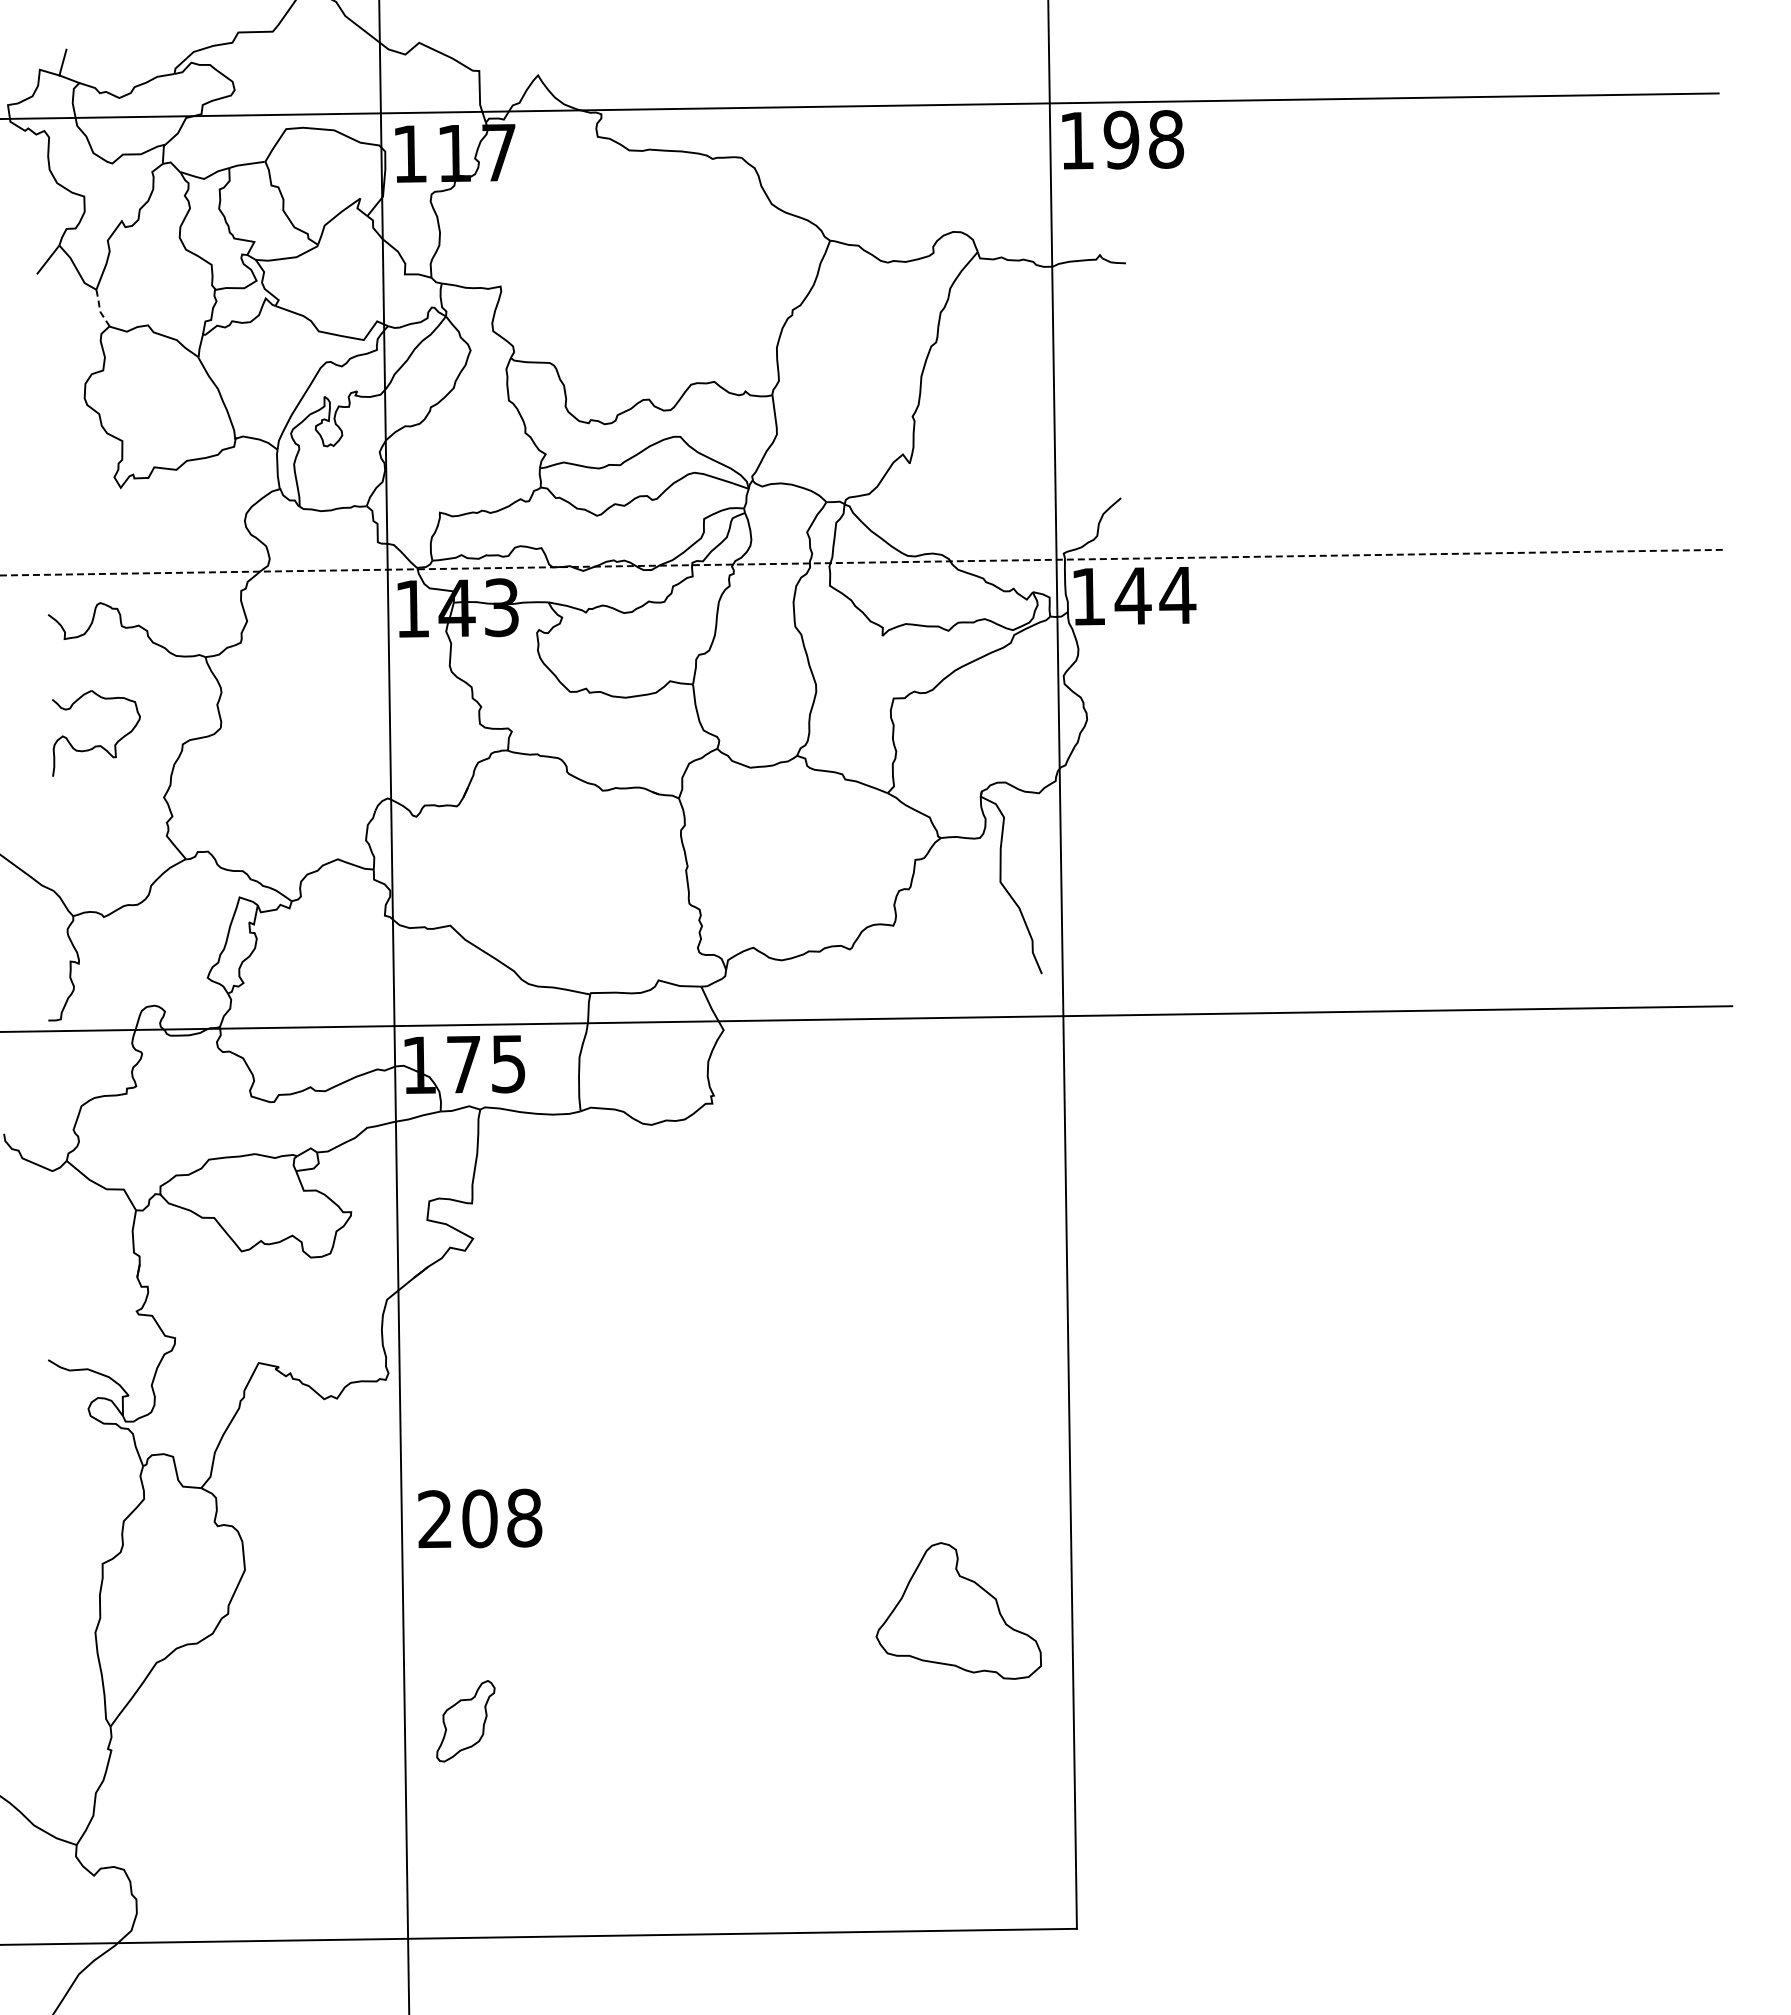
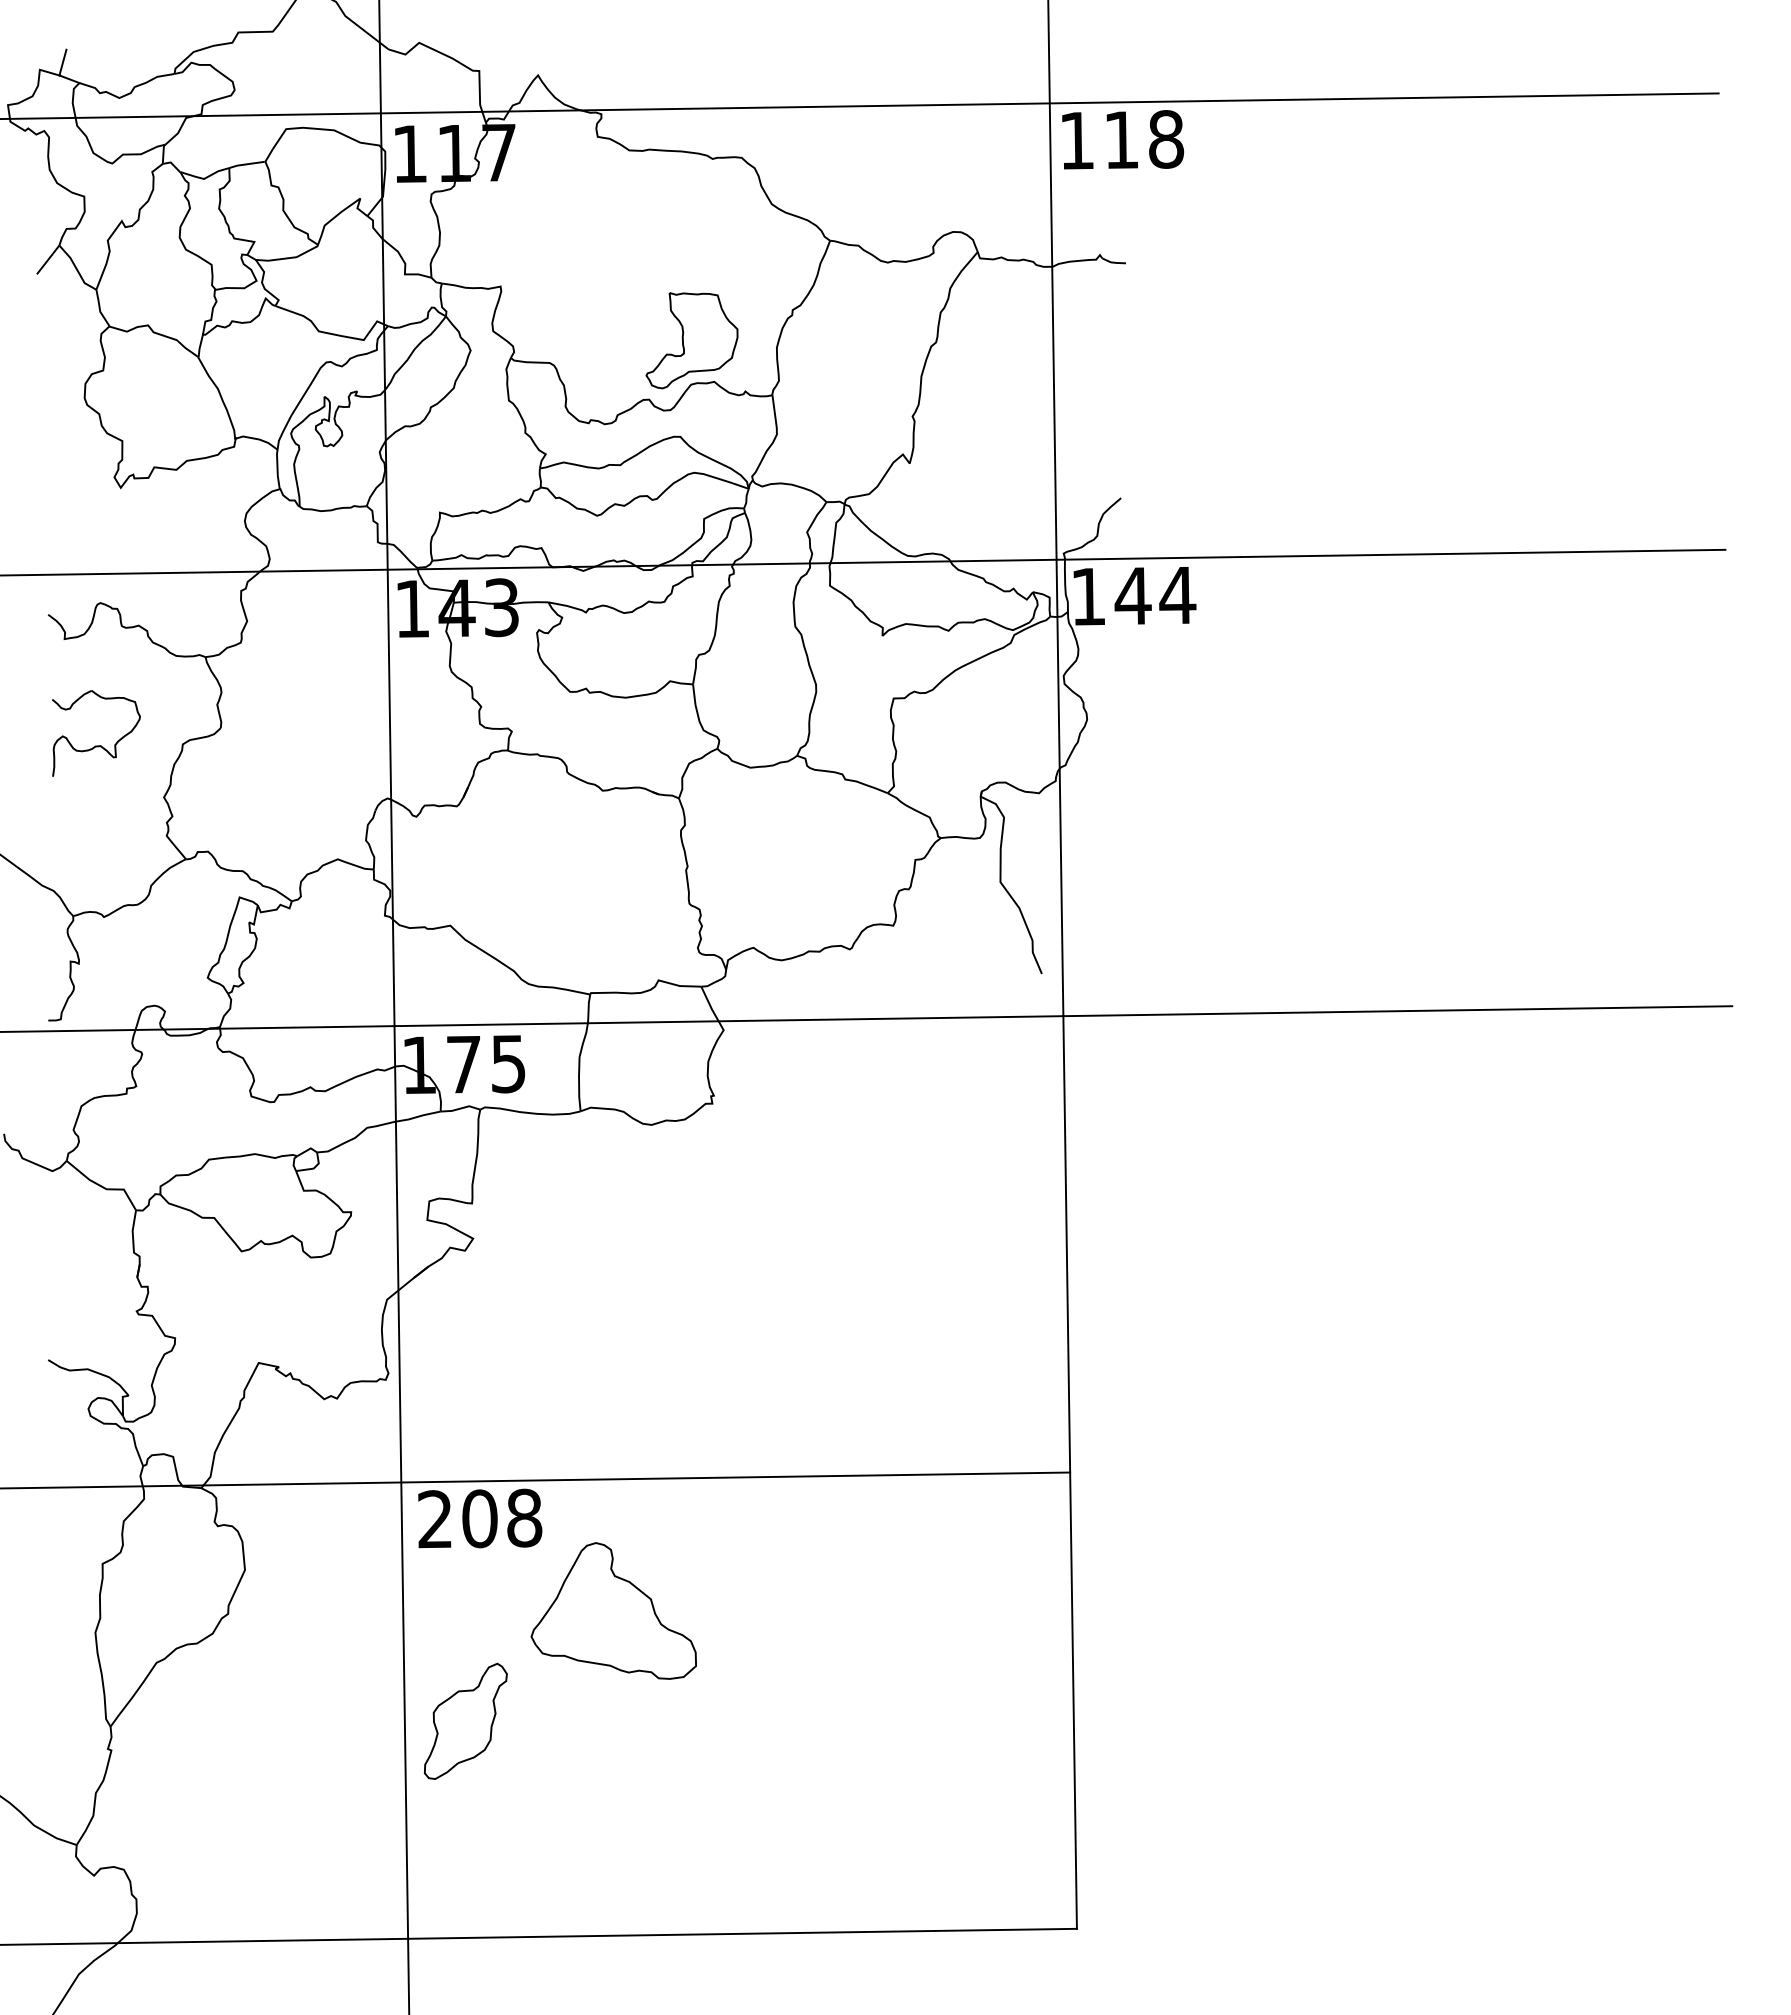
text at (1121, 139): 198 -> 118
line at (99, 309): dashed -> solid
part at (691, 340): none -> present
line at (863, 562): dashed -> solid
line at (536, 1480): none -> present
part at (958, 1610) position: (958, 1610) -> (613, 1610)
part at (465, 1721) size: 60x83 px -> 84x118 px
